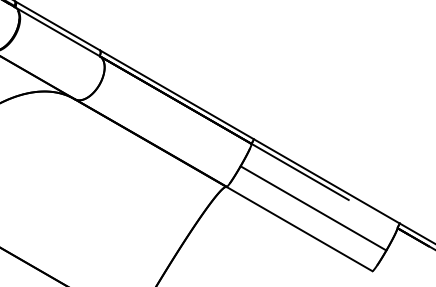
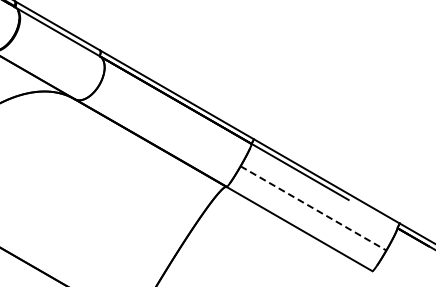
line at (313, 208): solid -> dashed
